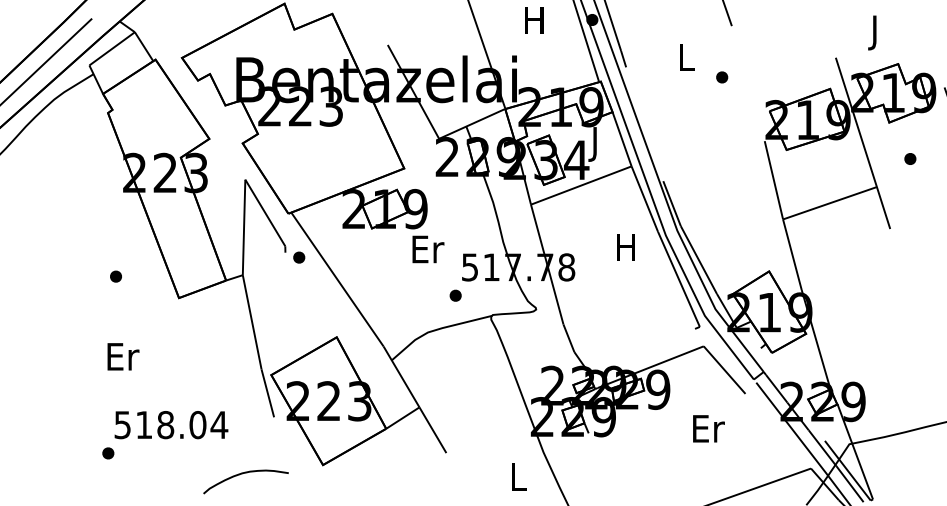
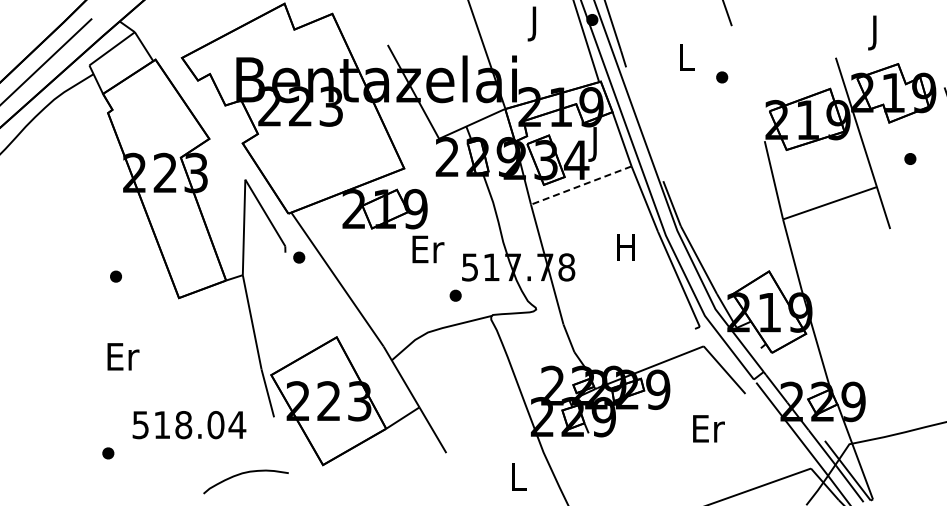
text at (534, 23): H -> J
line at (581, 185): solid -> dashed
text at (171, 425) position: (171, 425) -> (189, 425)
